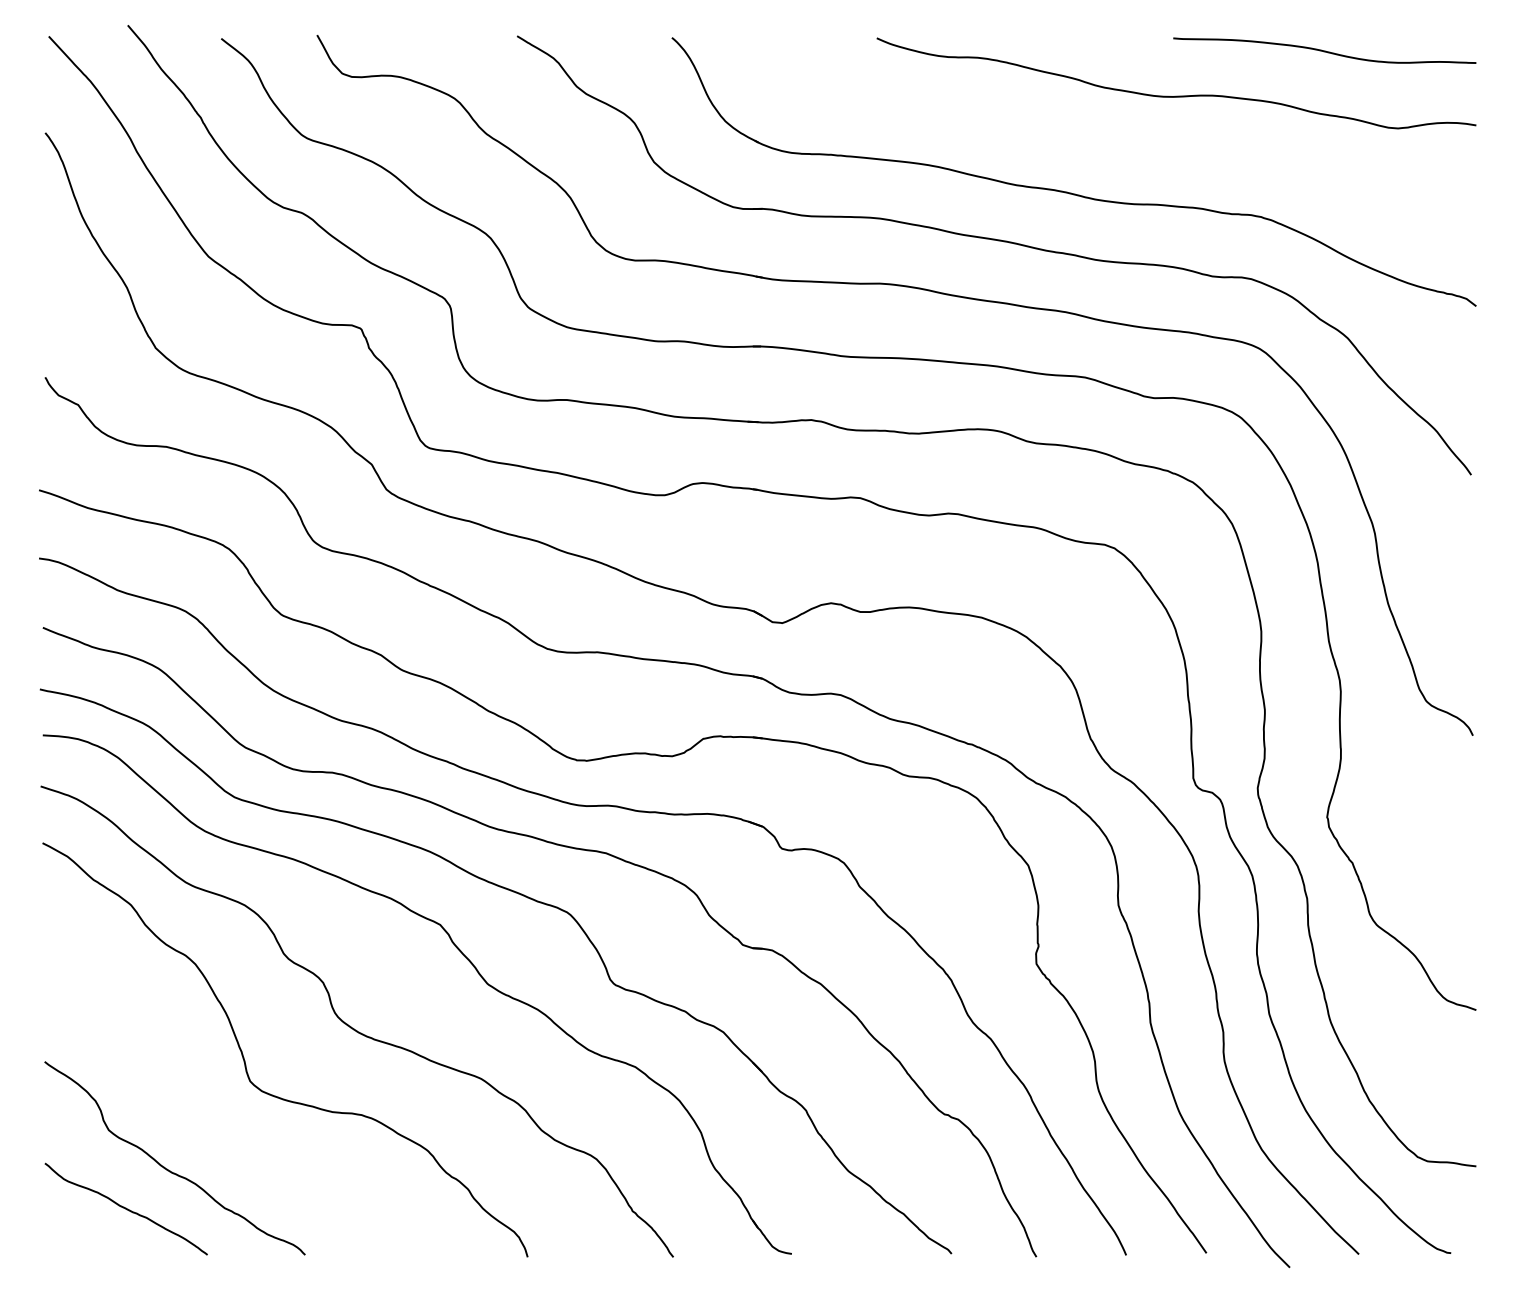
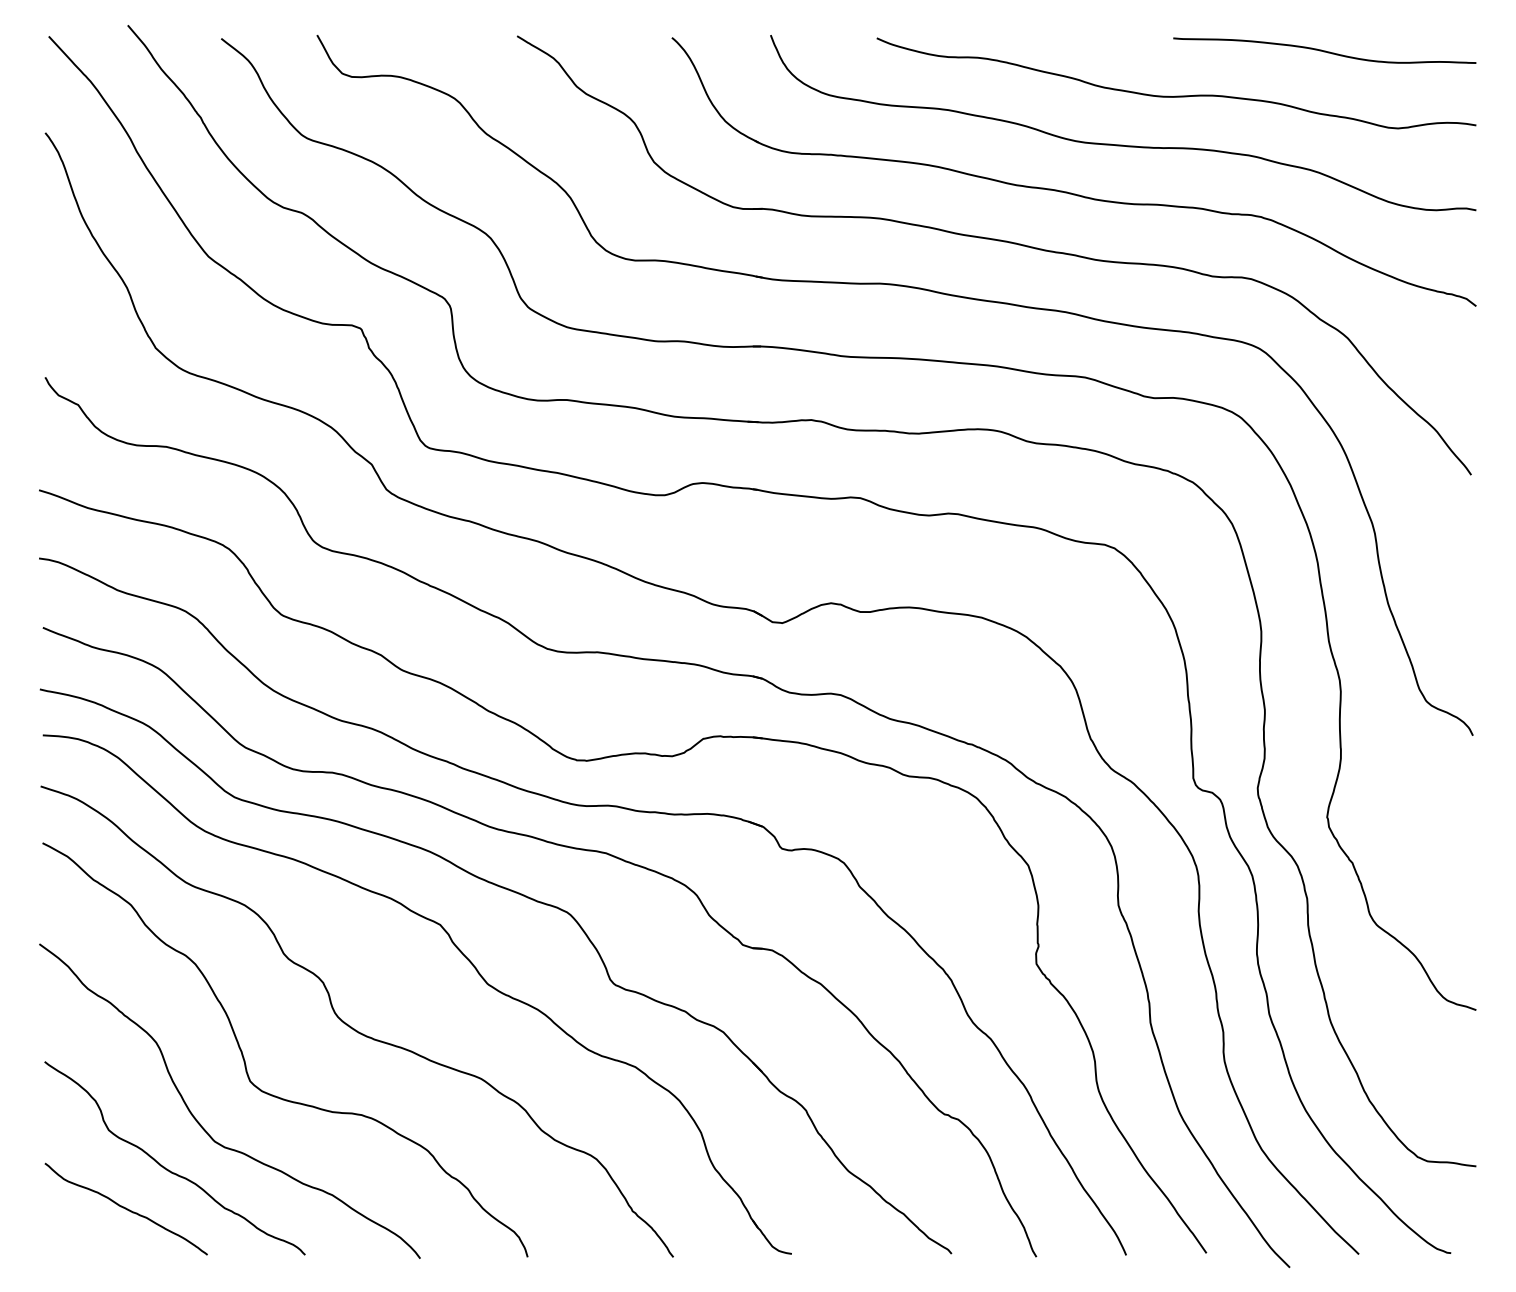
curve at (1122, 144): none -> present
curve at (200, 1123): none -> present
